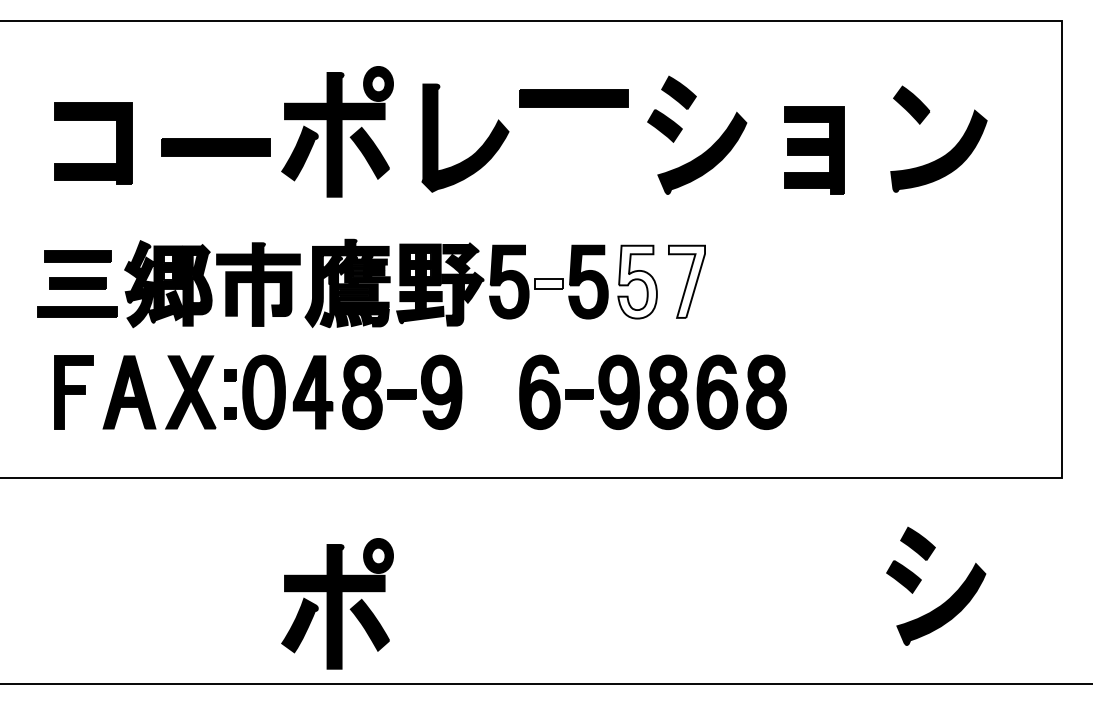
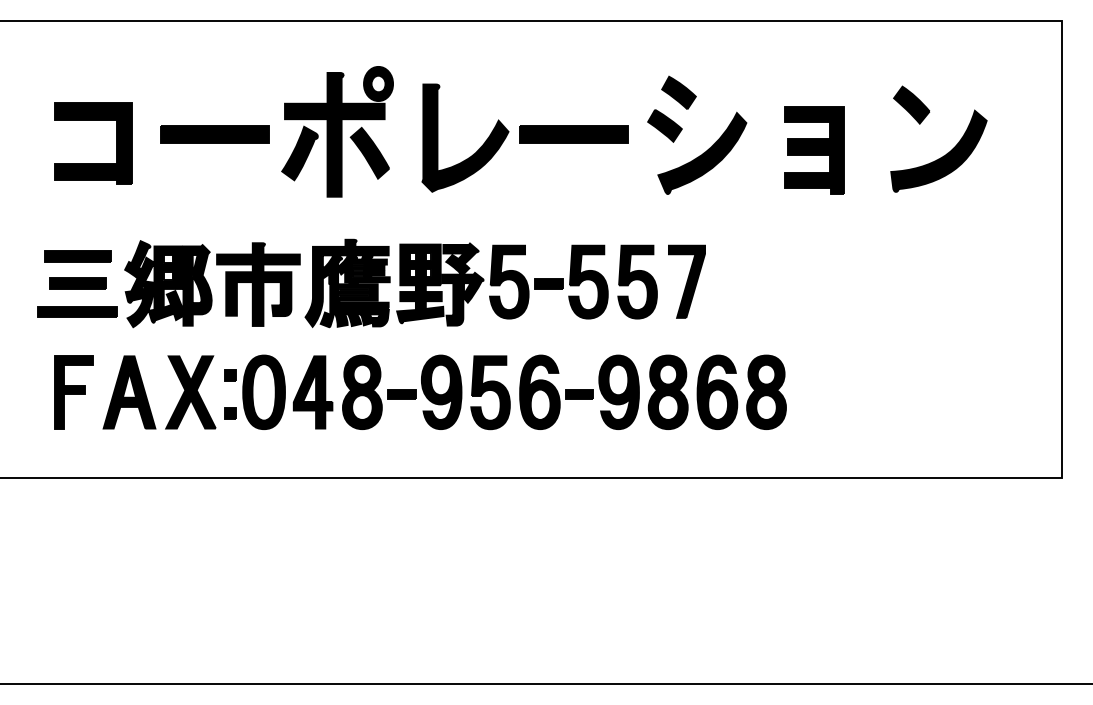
part at (573, 98) position: (573, 98) -> (573, 134)
part at (215, 147) position: (215, 147) -> (214, 134)
fill at (637, 281): none -> present
fill at (686, 281): none -> present
fill at (549, 283): none -> present
part at (490, 392): none -> present
part at (921, 580): present -> none
part at (337, 603): present -> none
